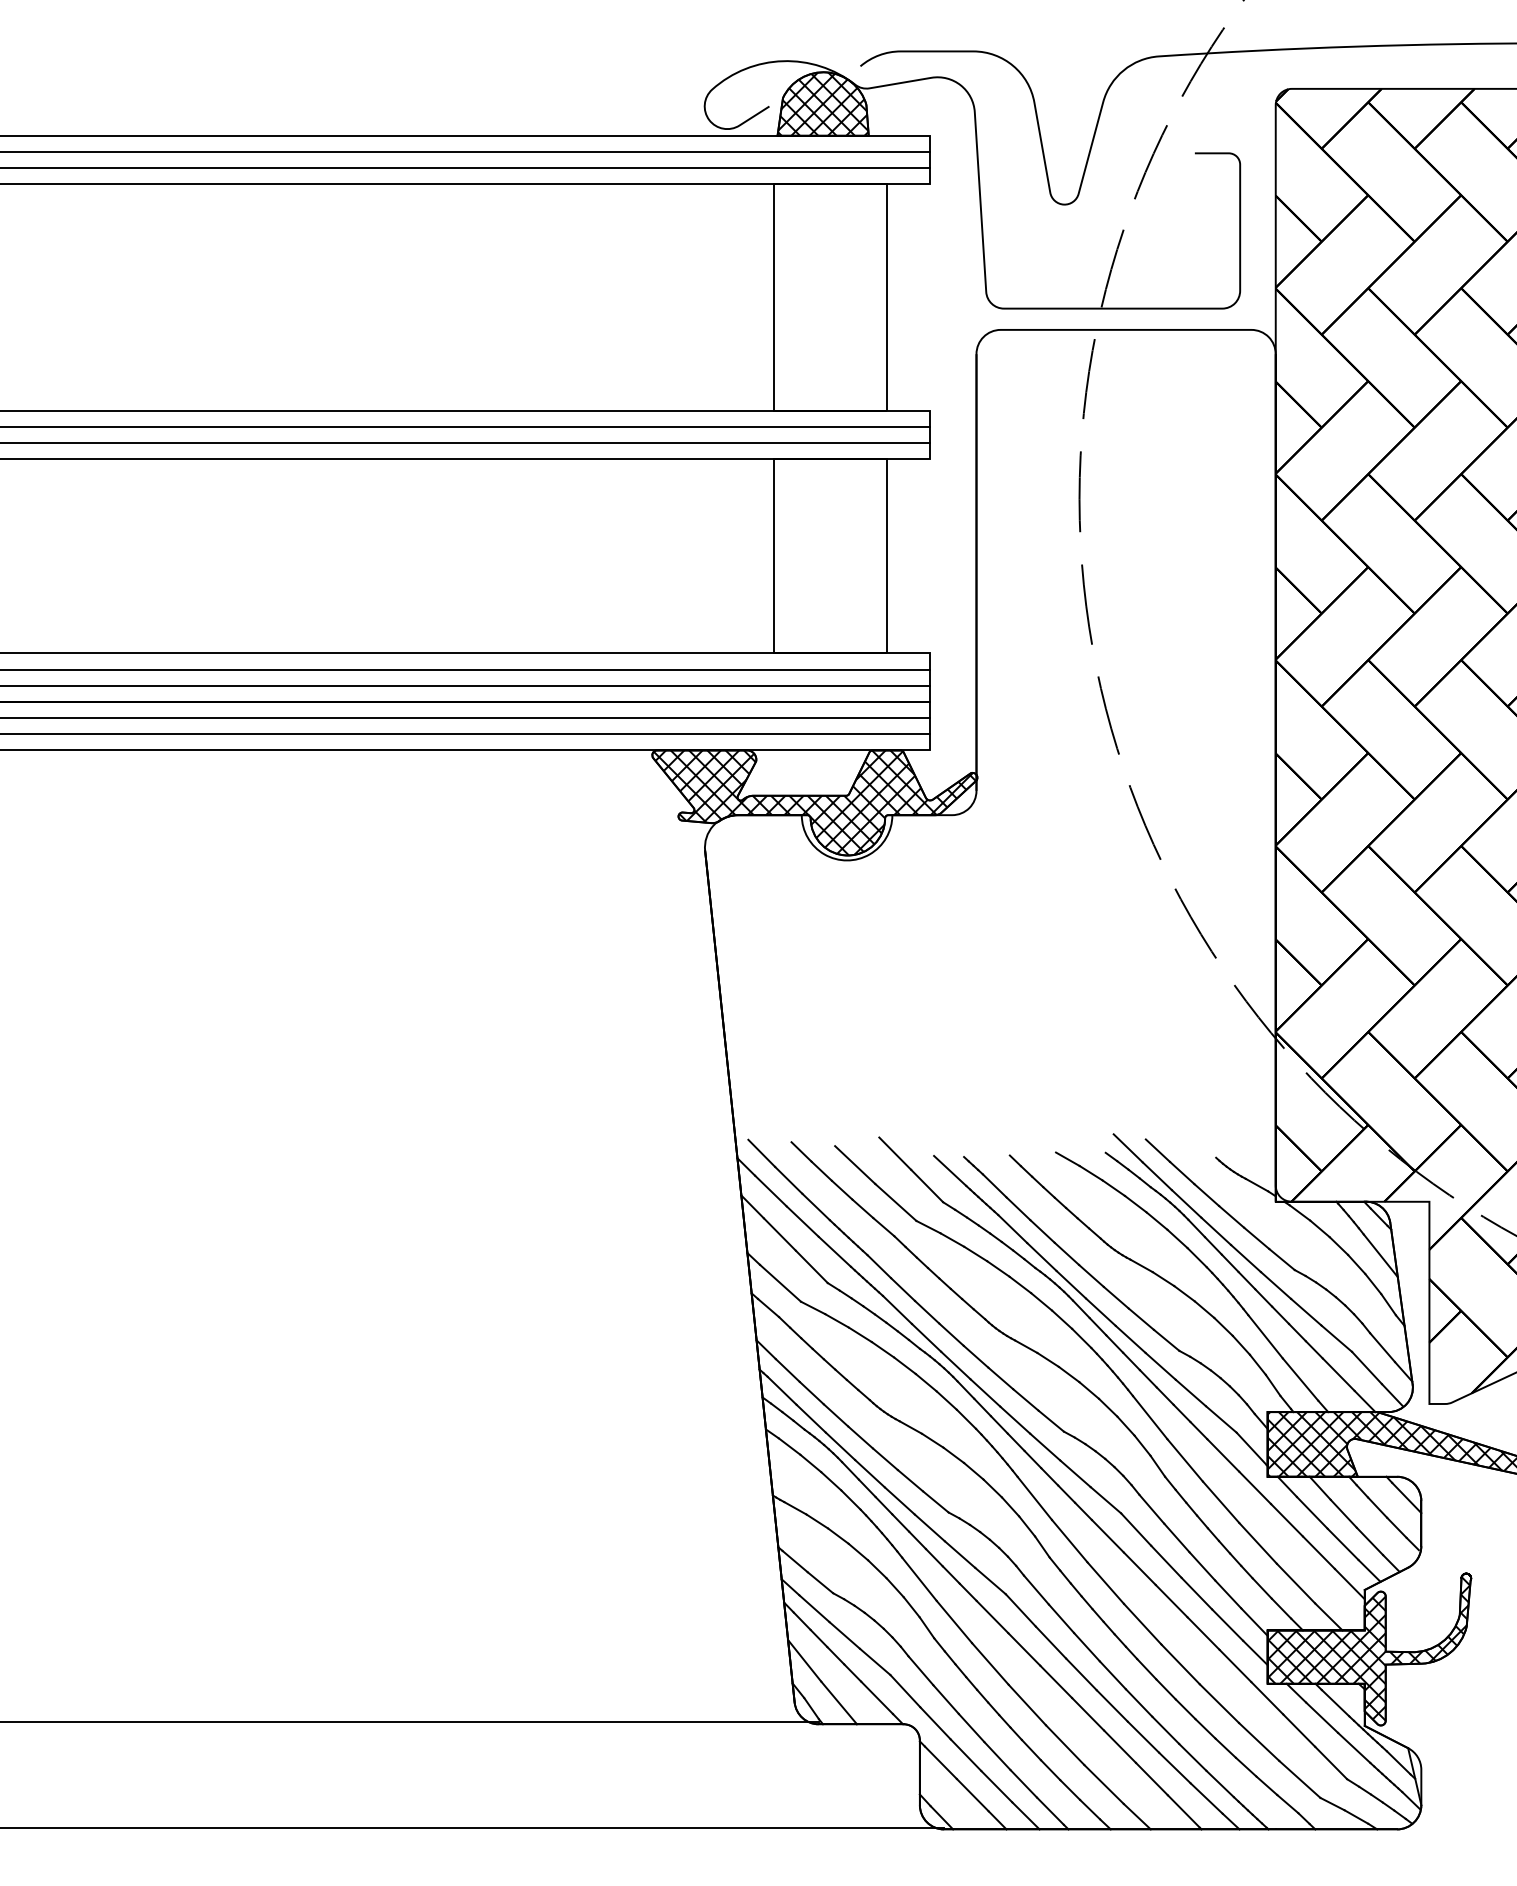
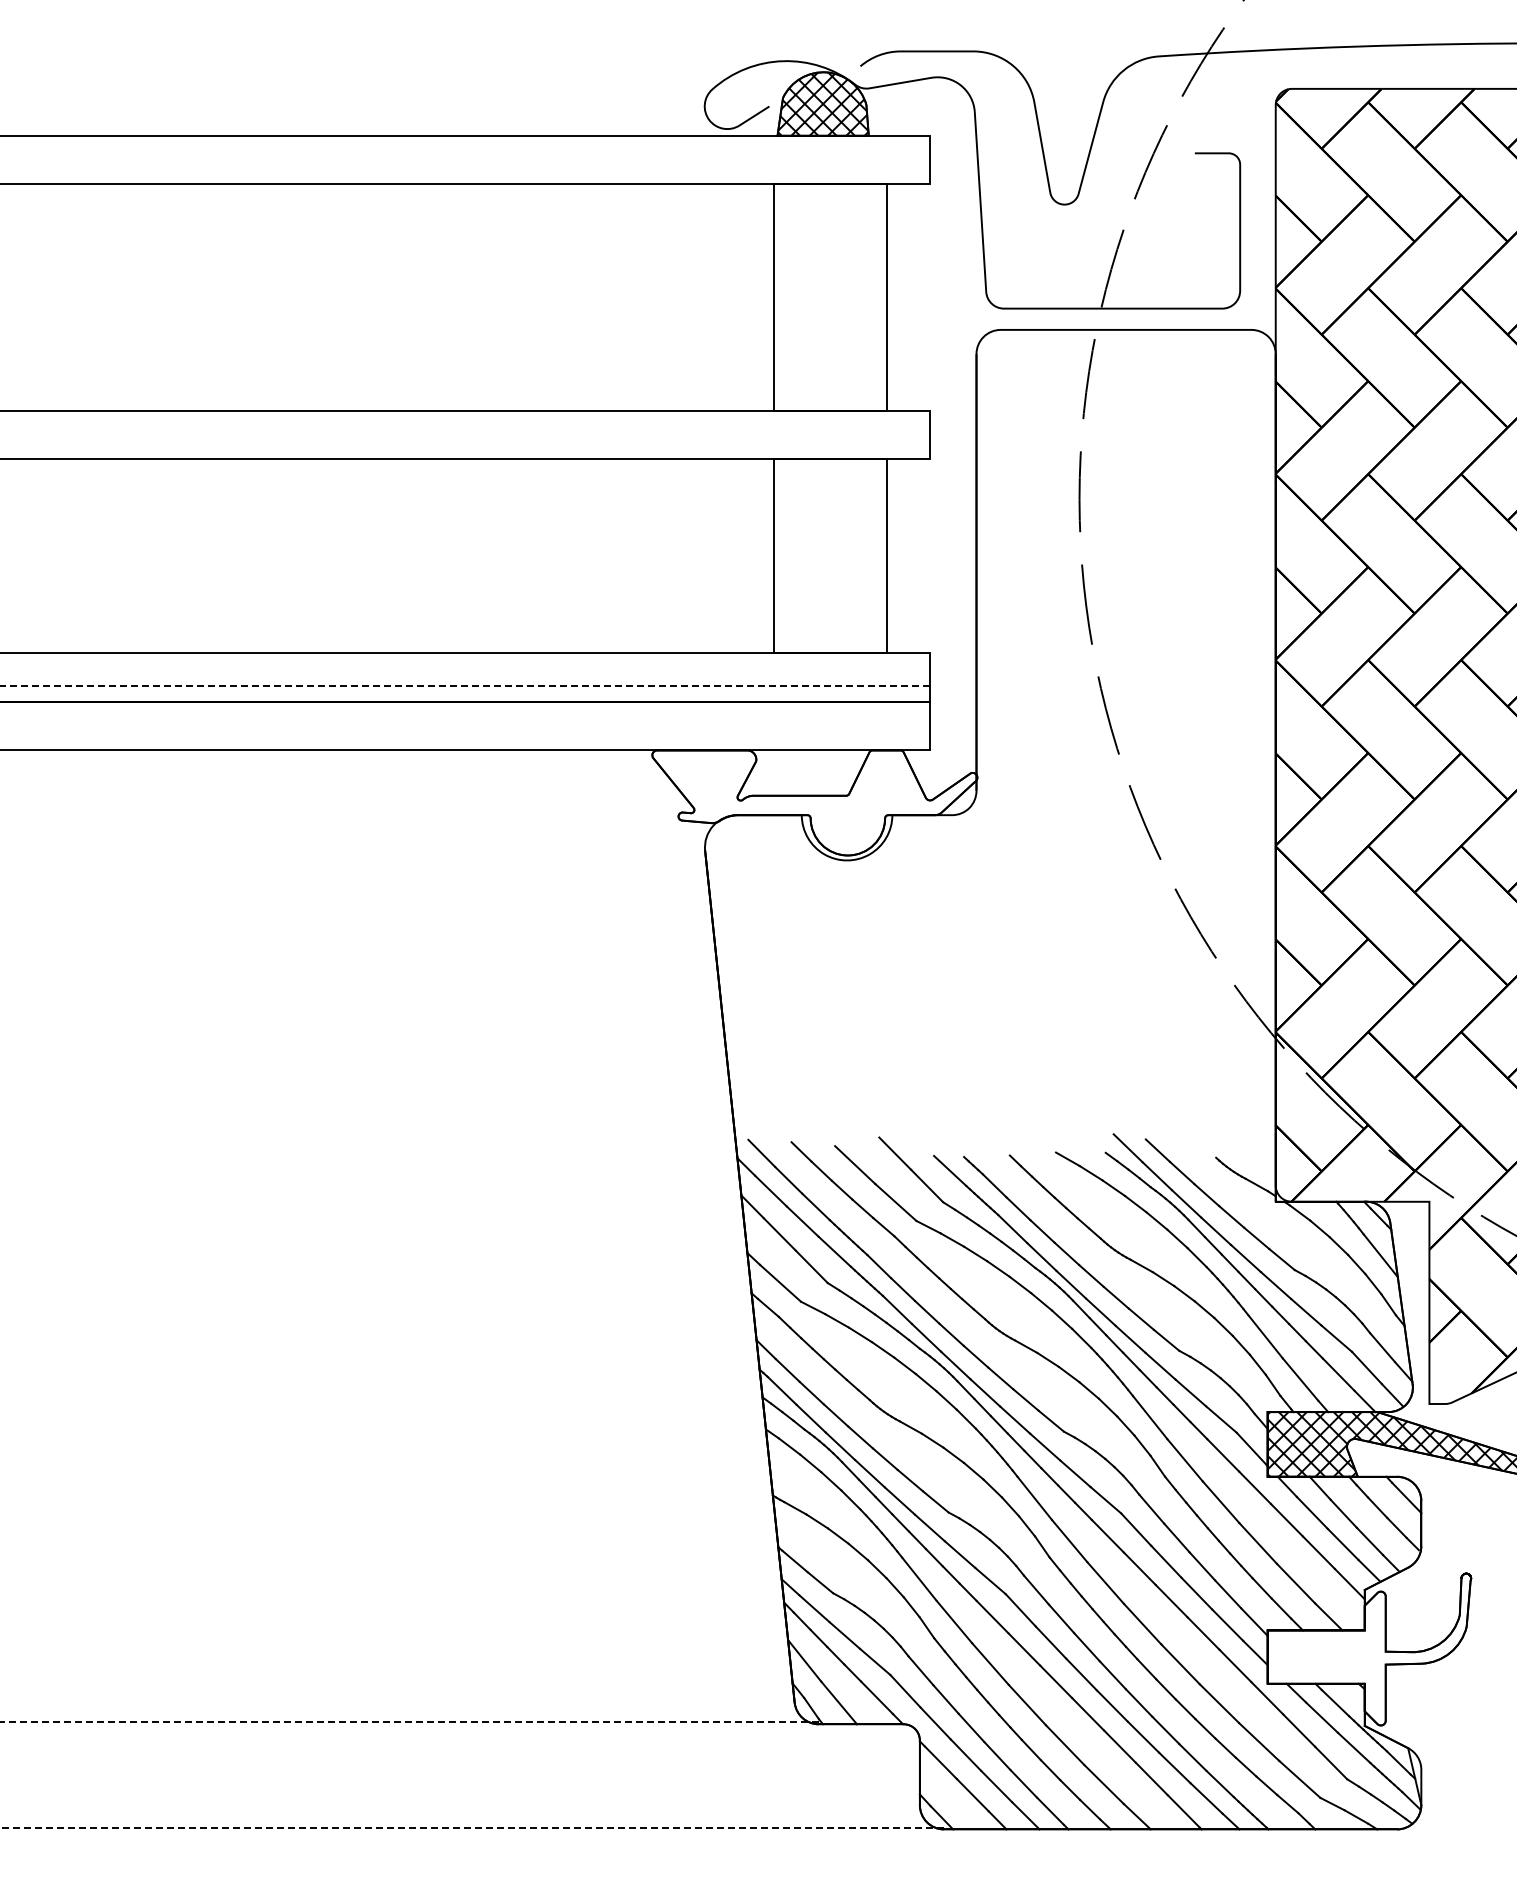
line at (465, 151): present -> none
line at (465, 168): present -> none
line at (465, 426): present -> none
line at (465, 443): present -> none
line at (465, 669): present -> none
line at (465, 685): solid -> dashed
line at (465, 718): present -> none
line at (465, 734): present -> none
hatch at (814, 802): present -> none
hatch at (1368, 1648): present -> none
line at (408, 1722): solid -> dashed
line at (472, 1827): solid -> dashed
